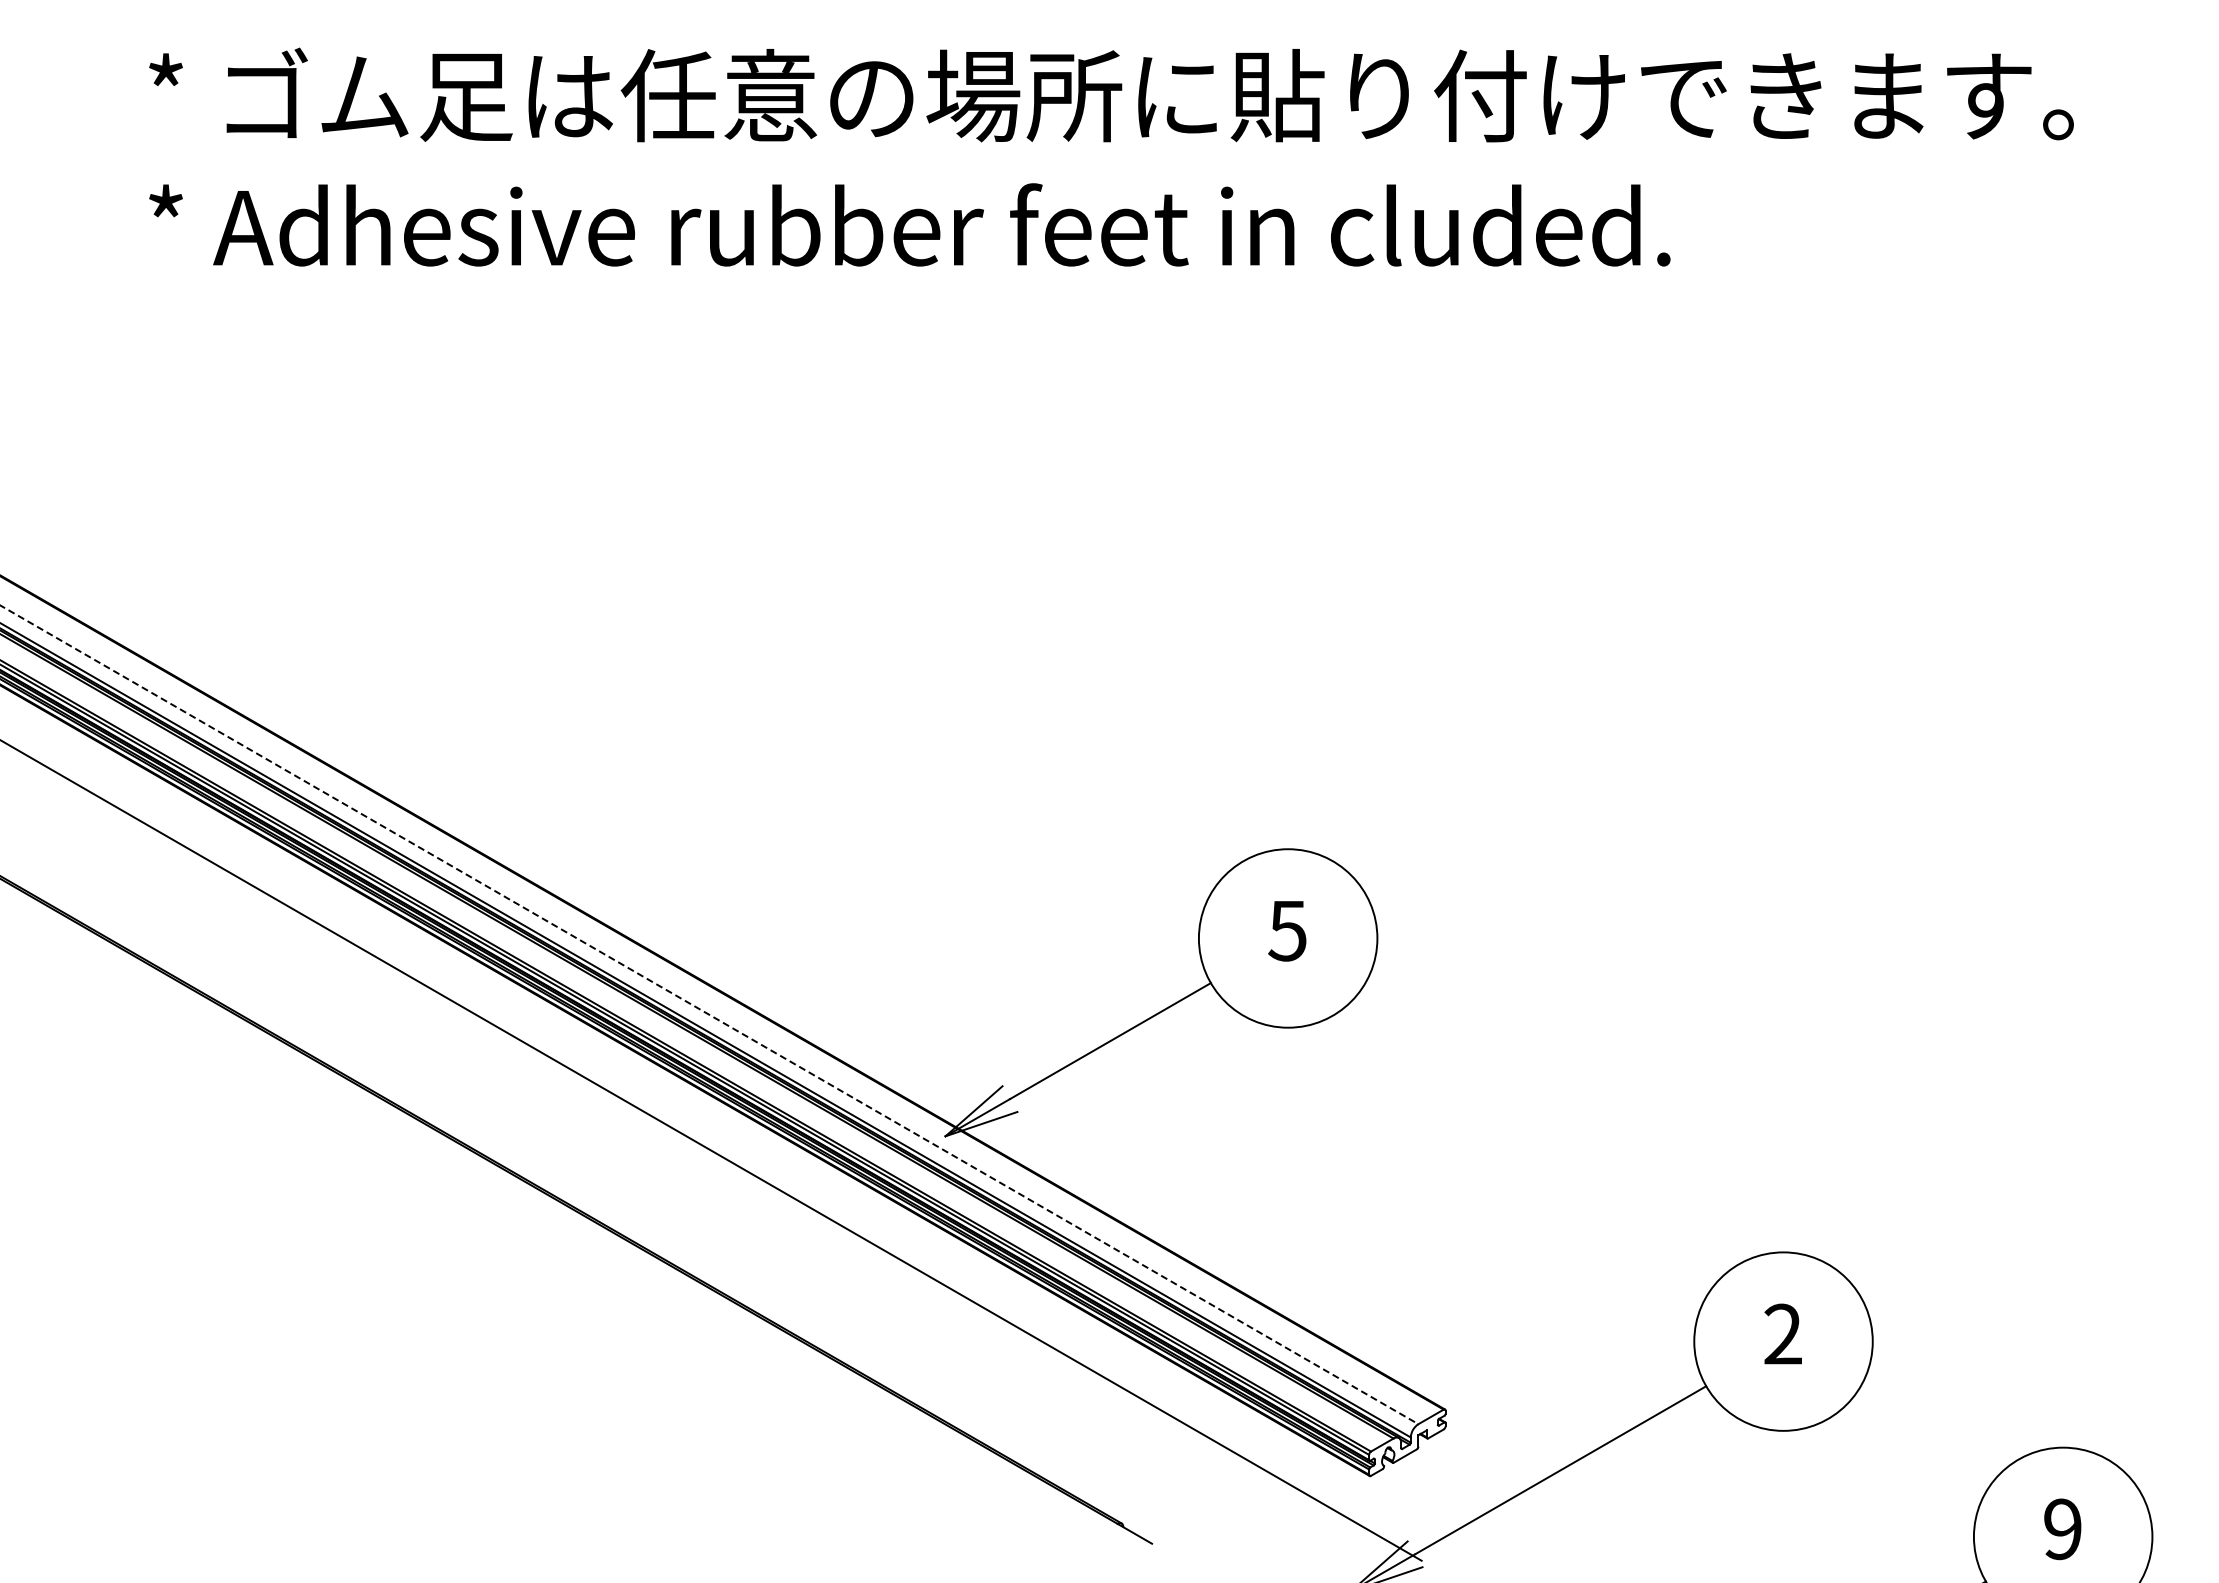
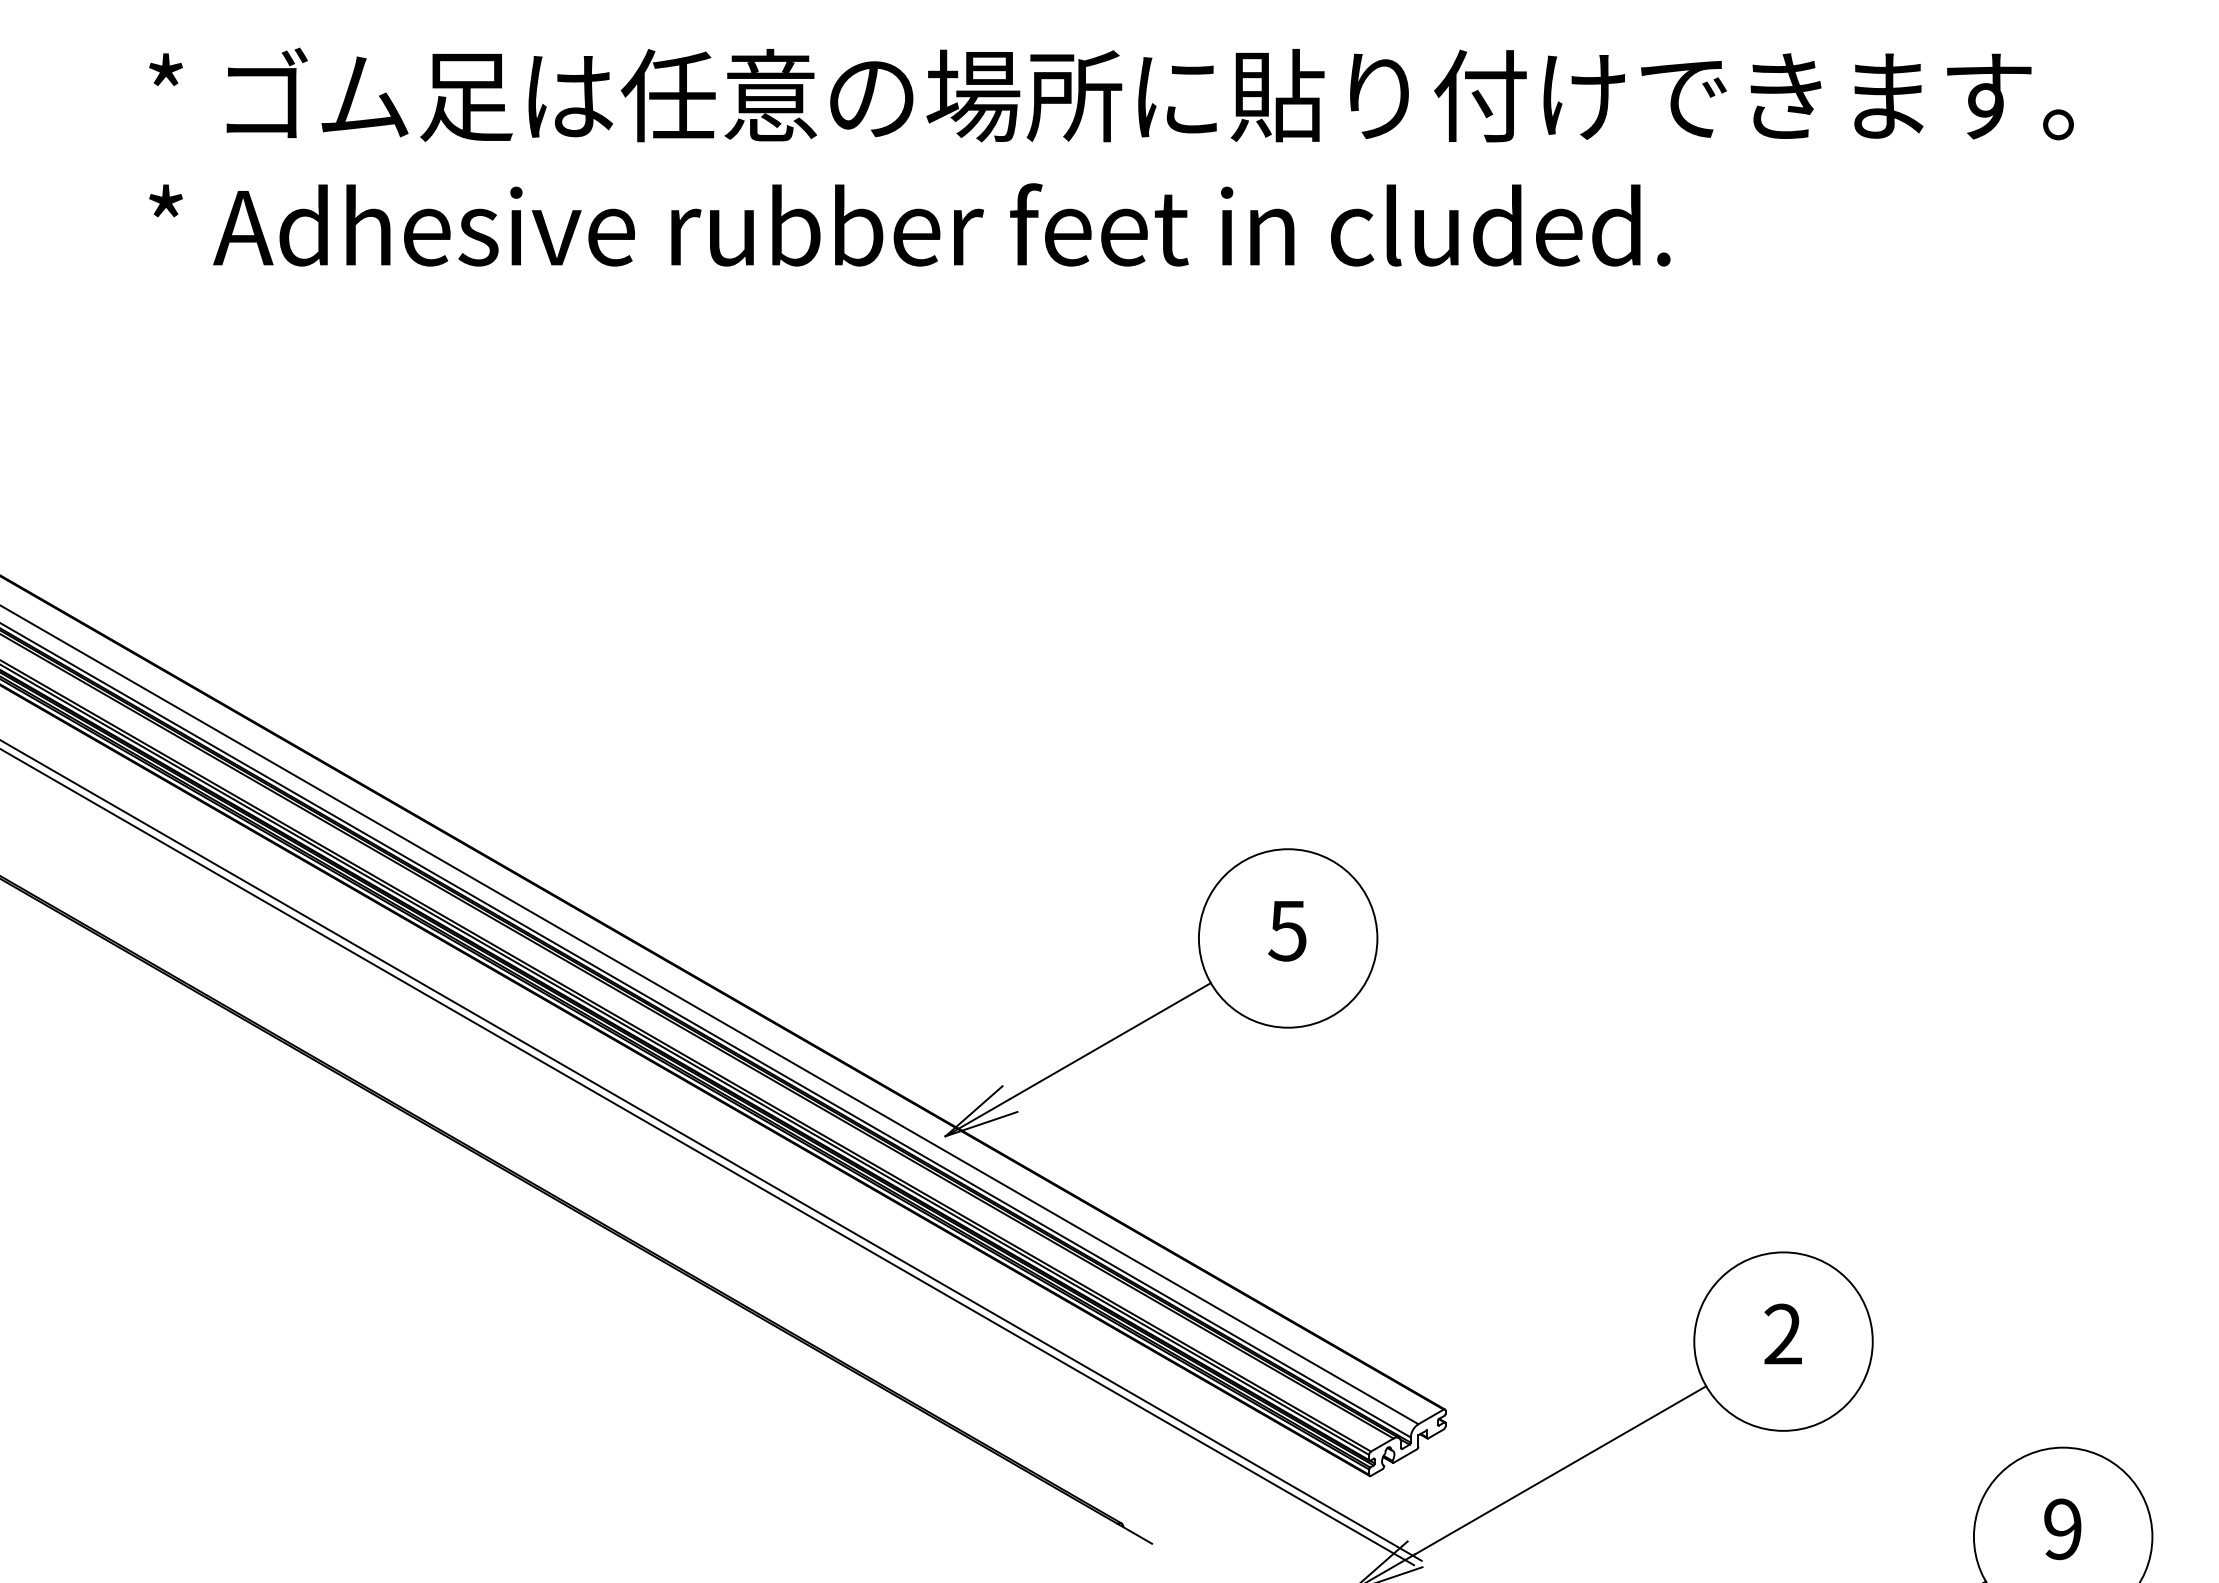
line at (709, 1014): dashed -> solid
line at (708, 1157): none -> present
